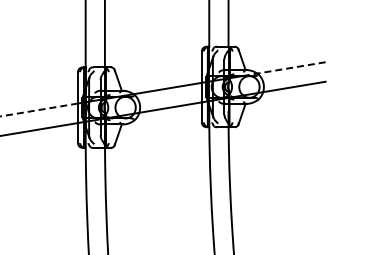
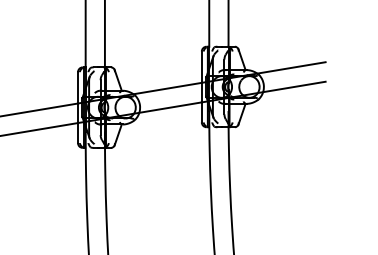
line at (286, 68): dashed -> solid
line at (38, 110): dashed -> solid
